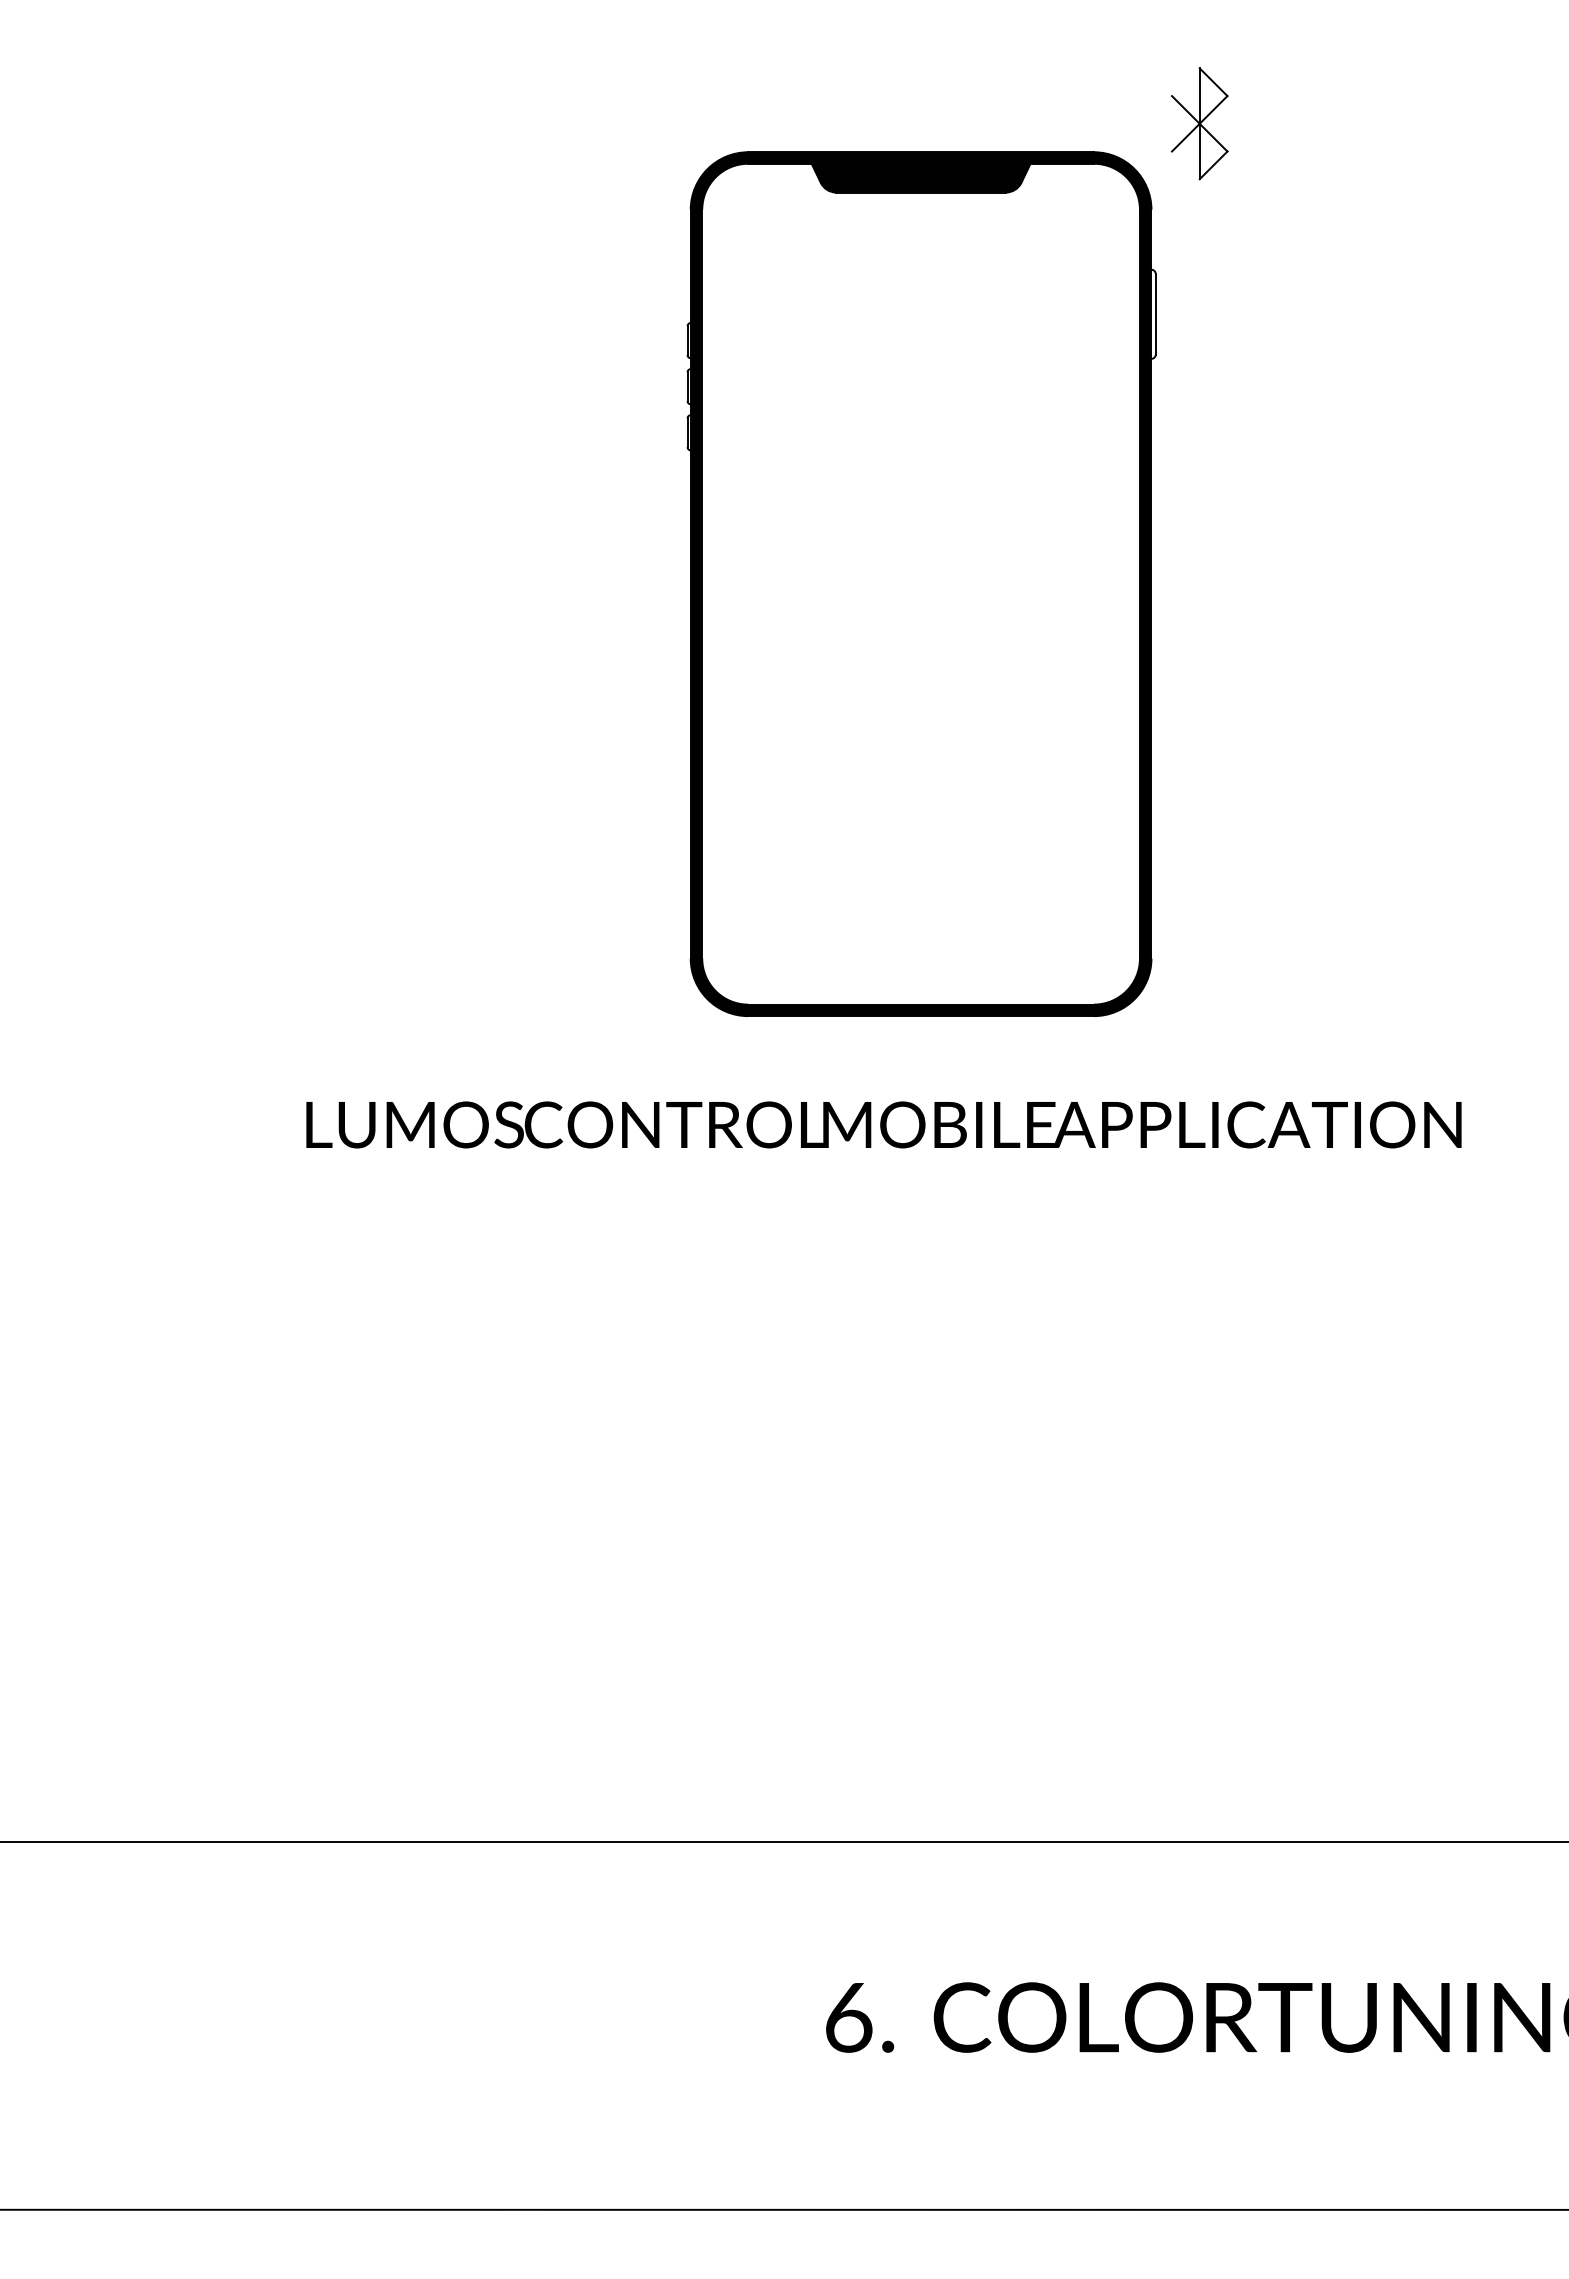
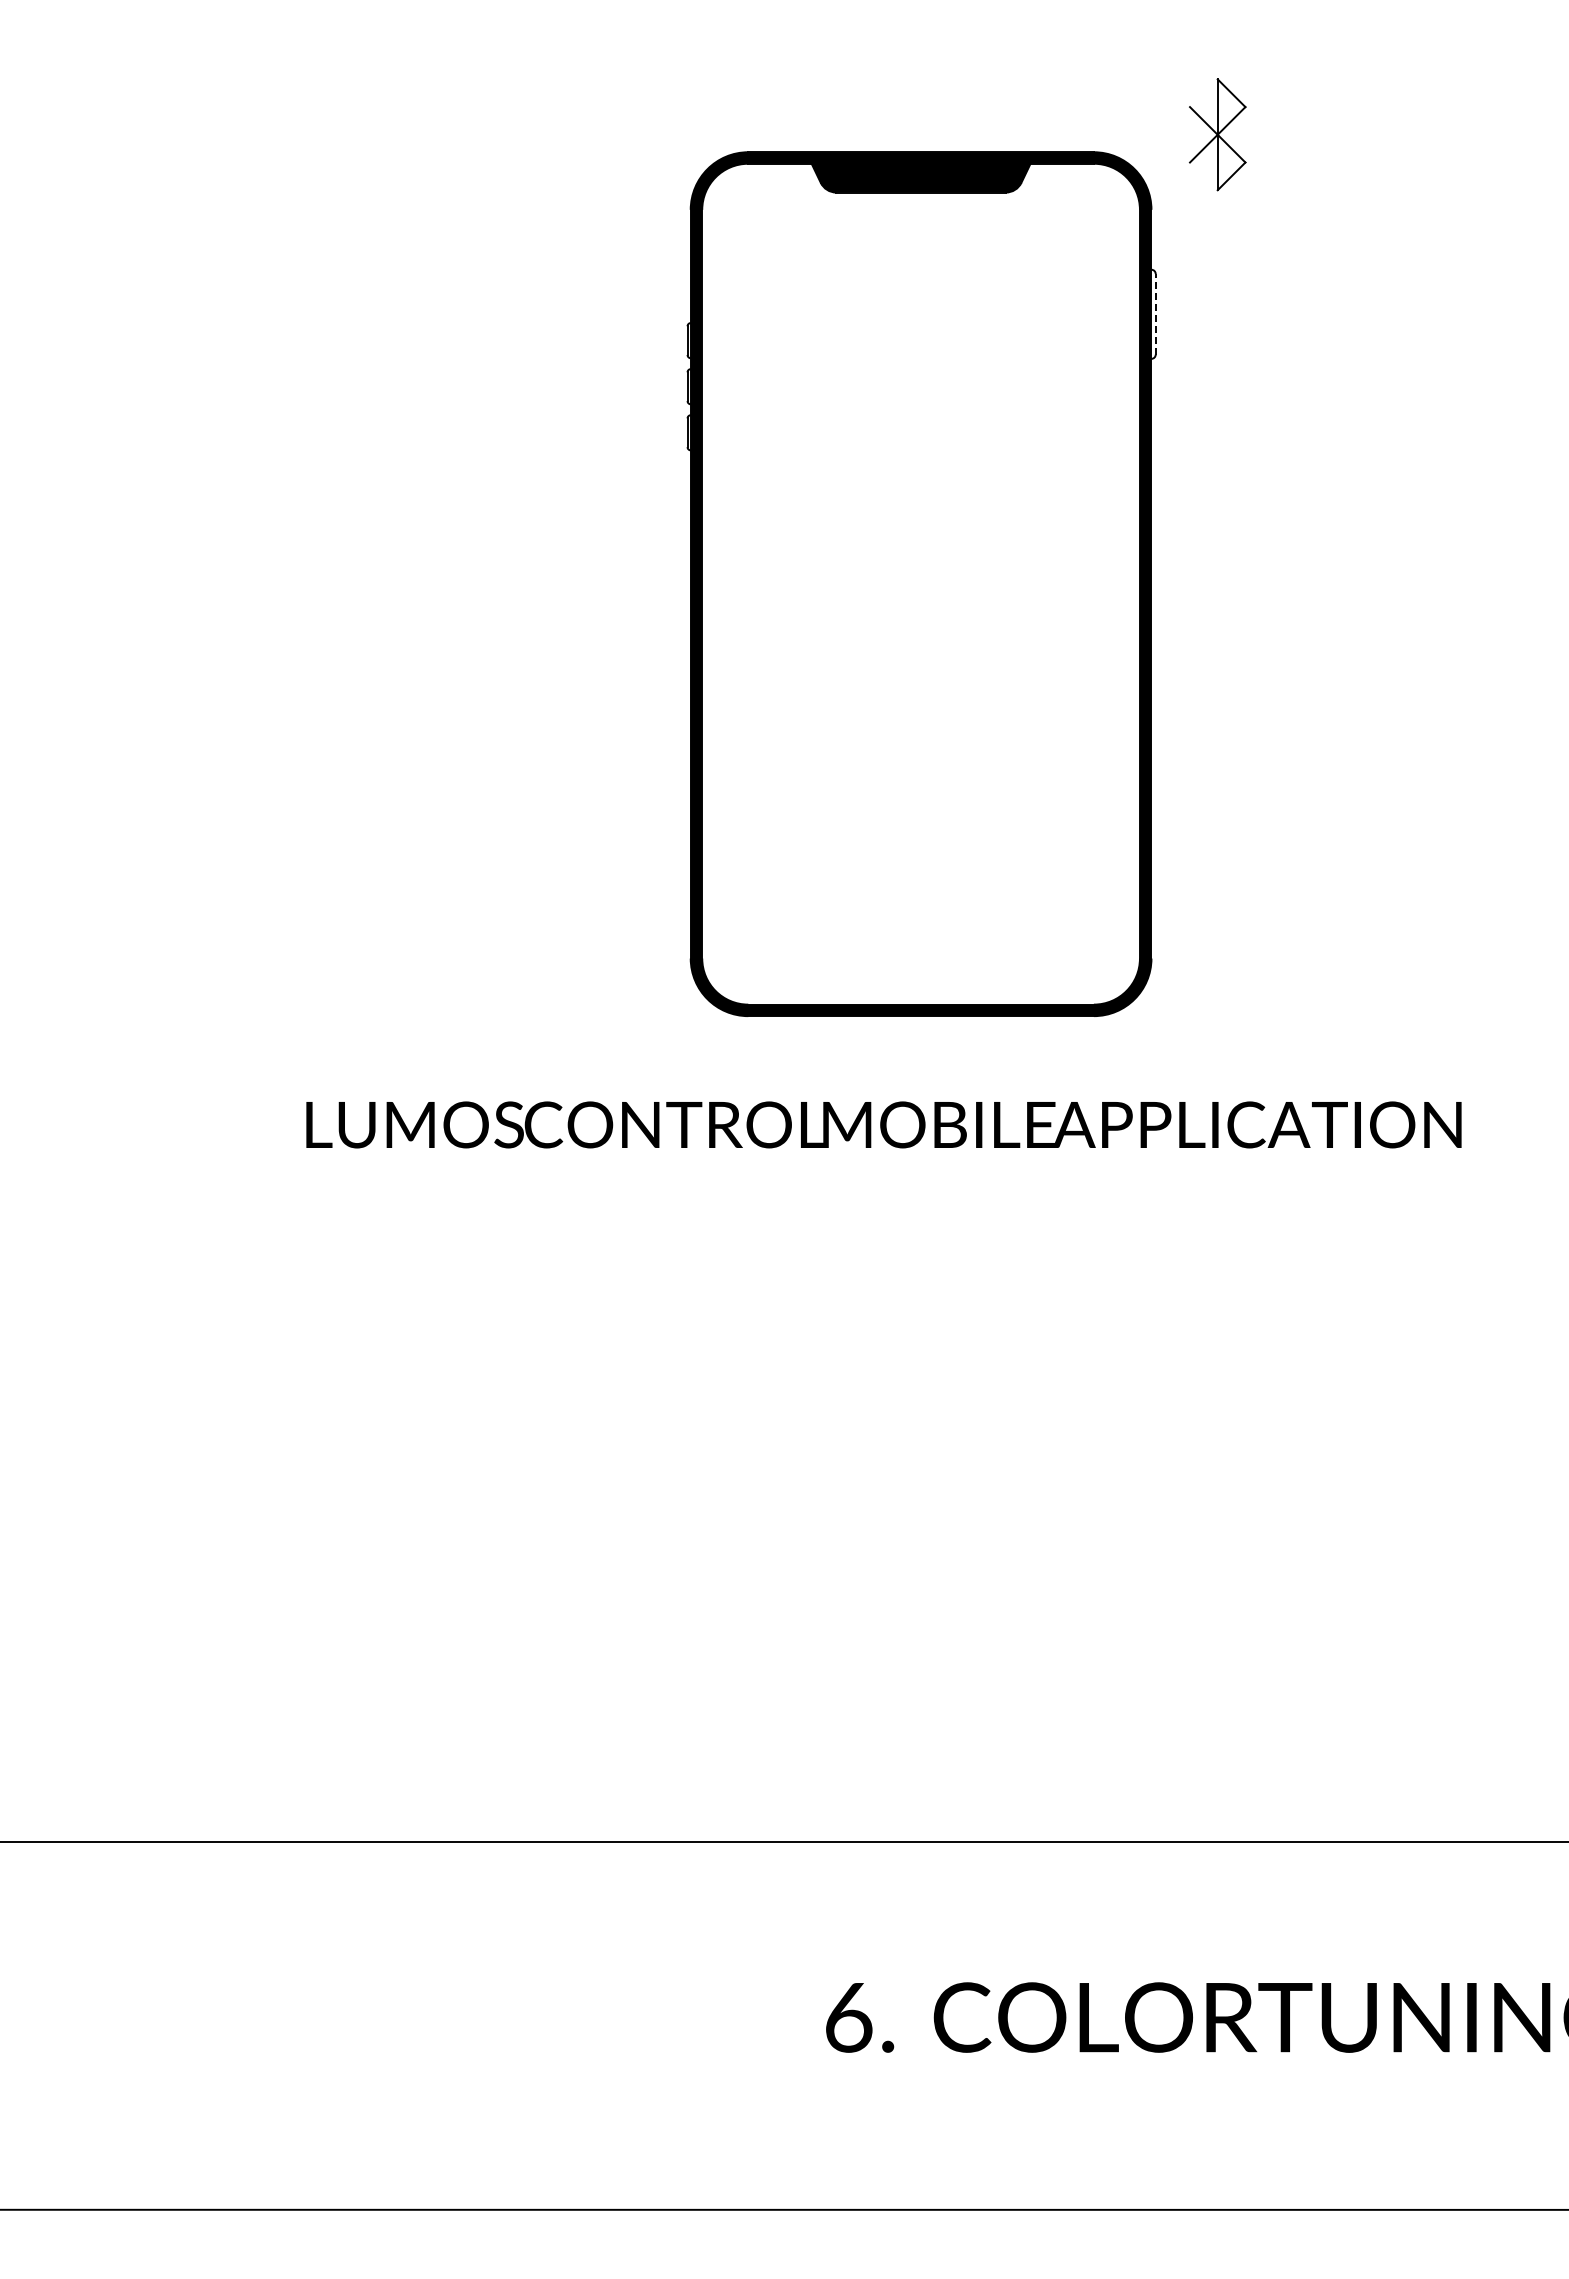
part at (1199, 123) position: (1199, 123) -> (1217, 134)
line at (1155, 313): solid -> dashed
